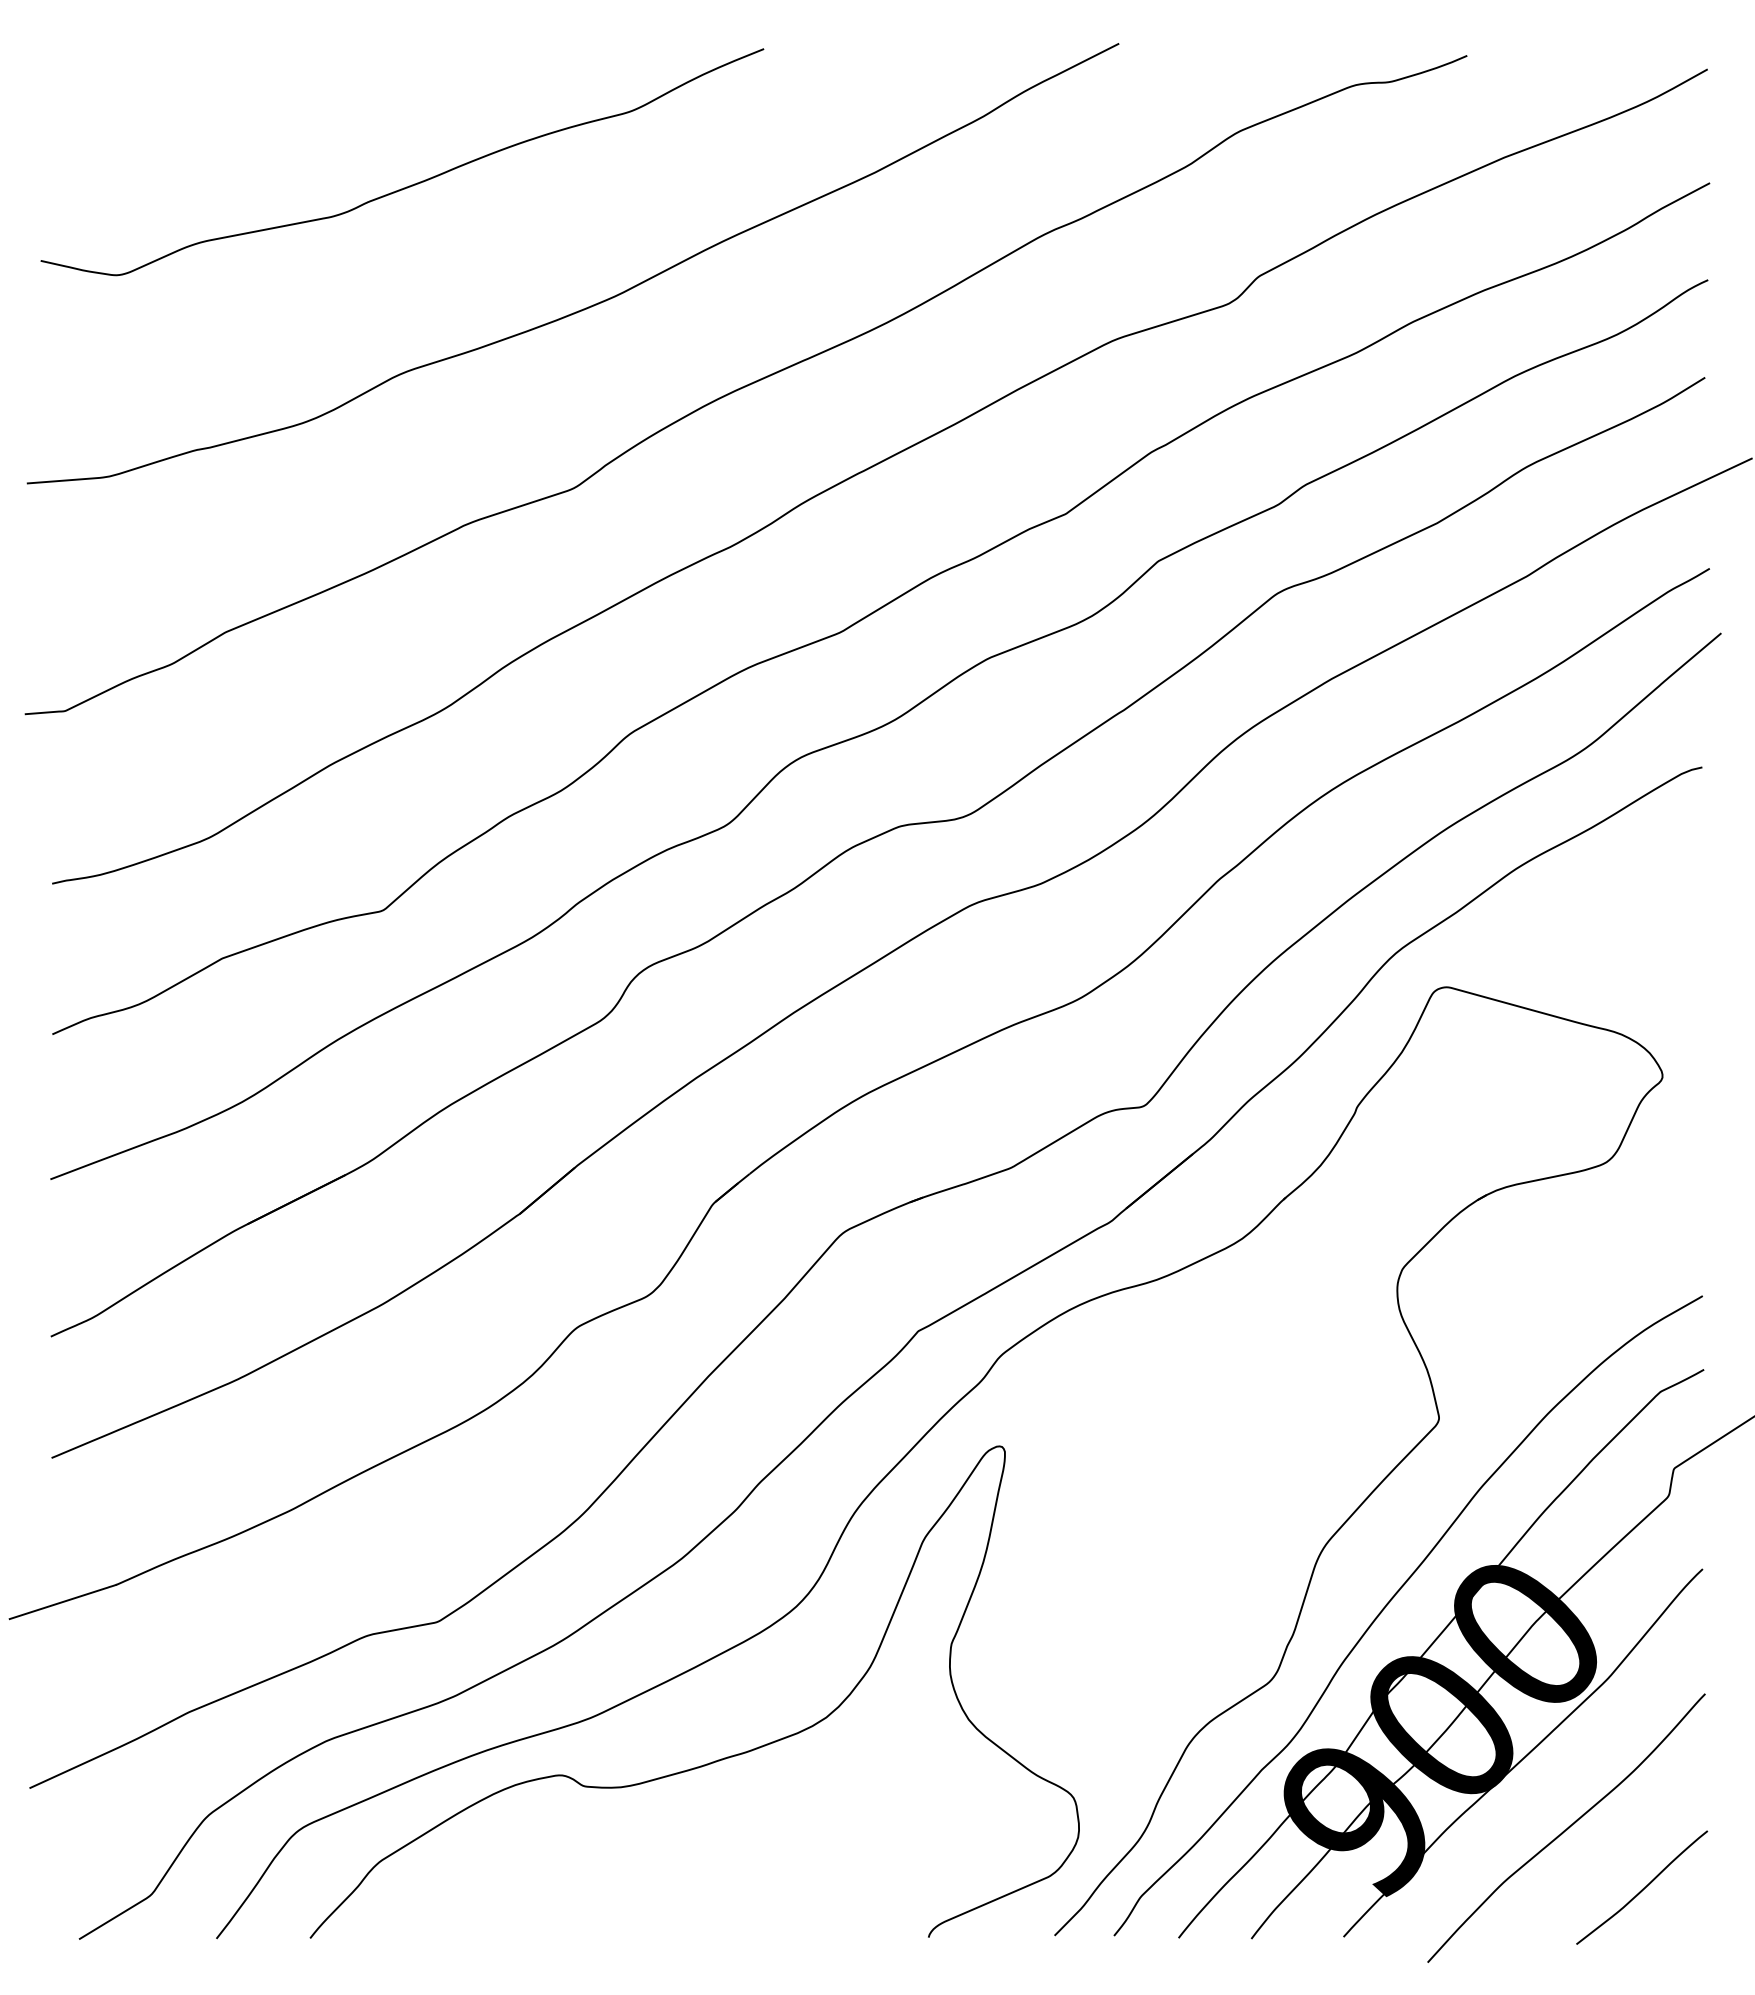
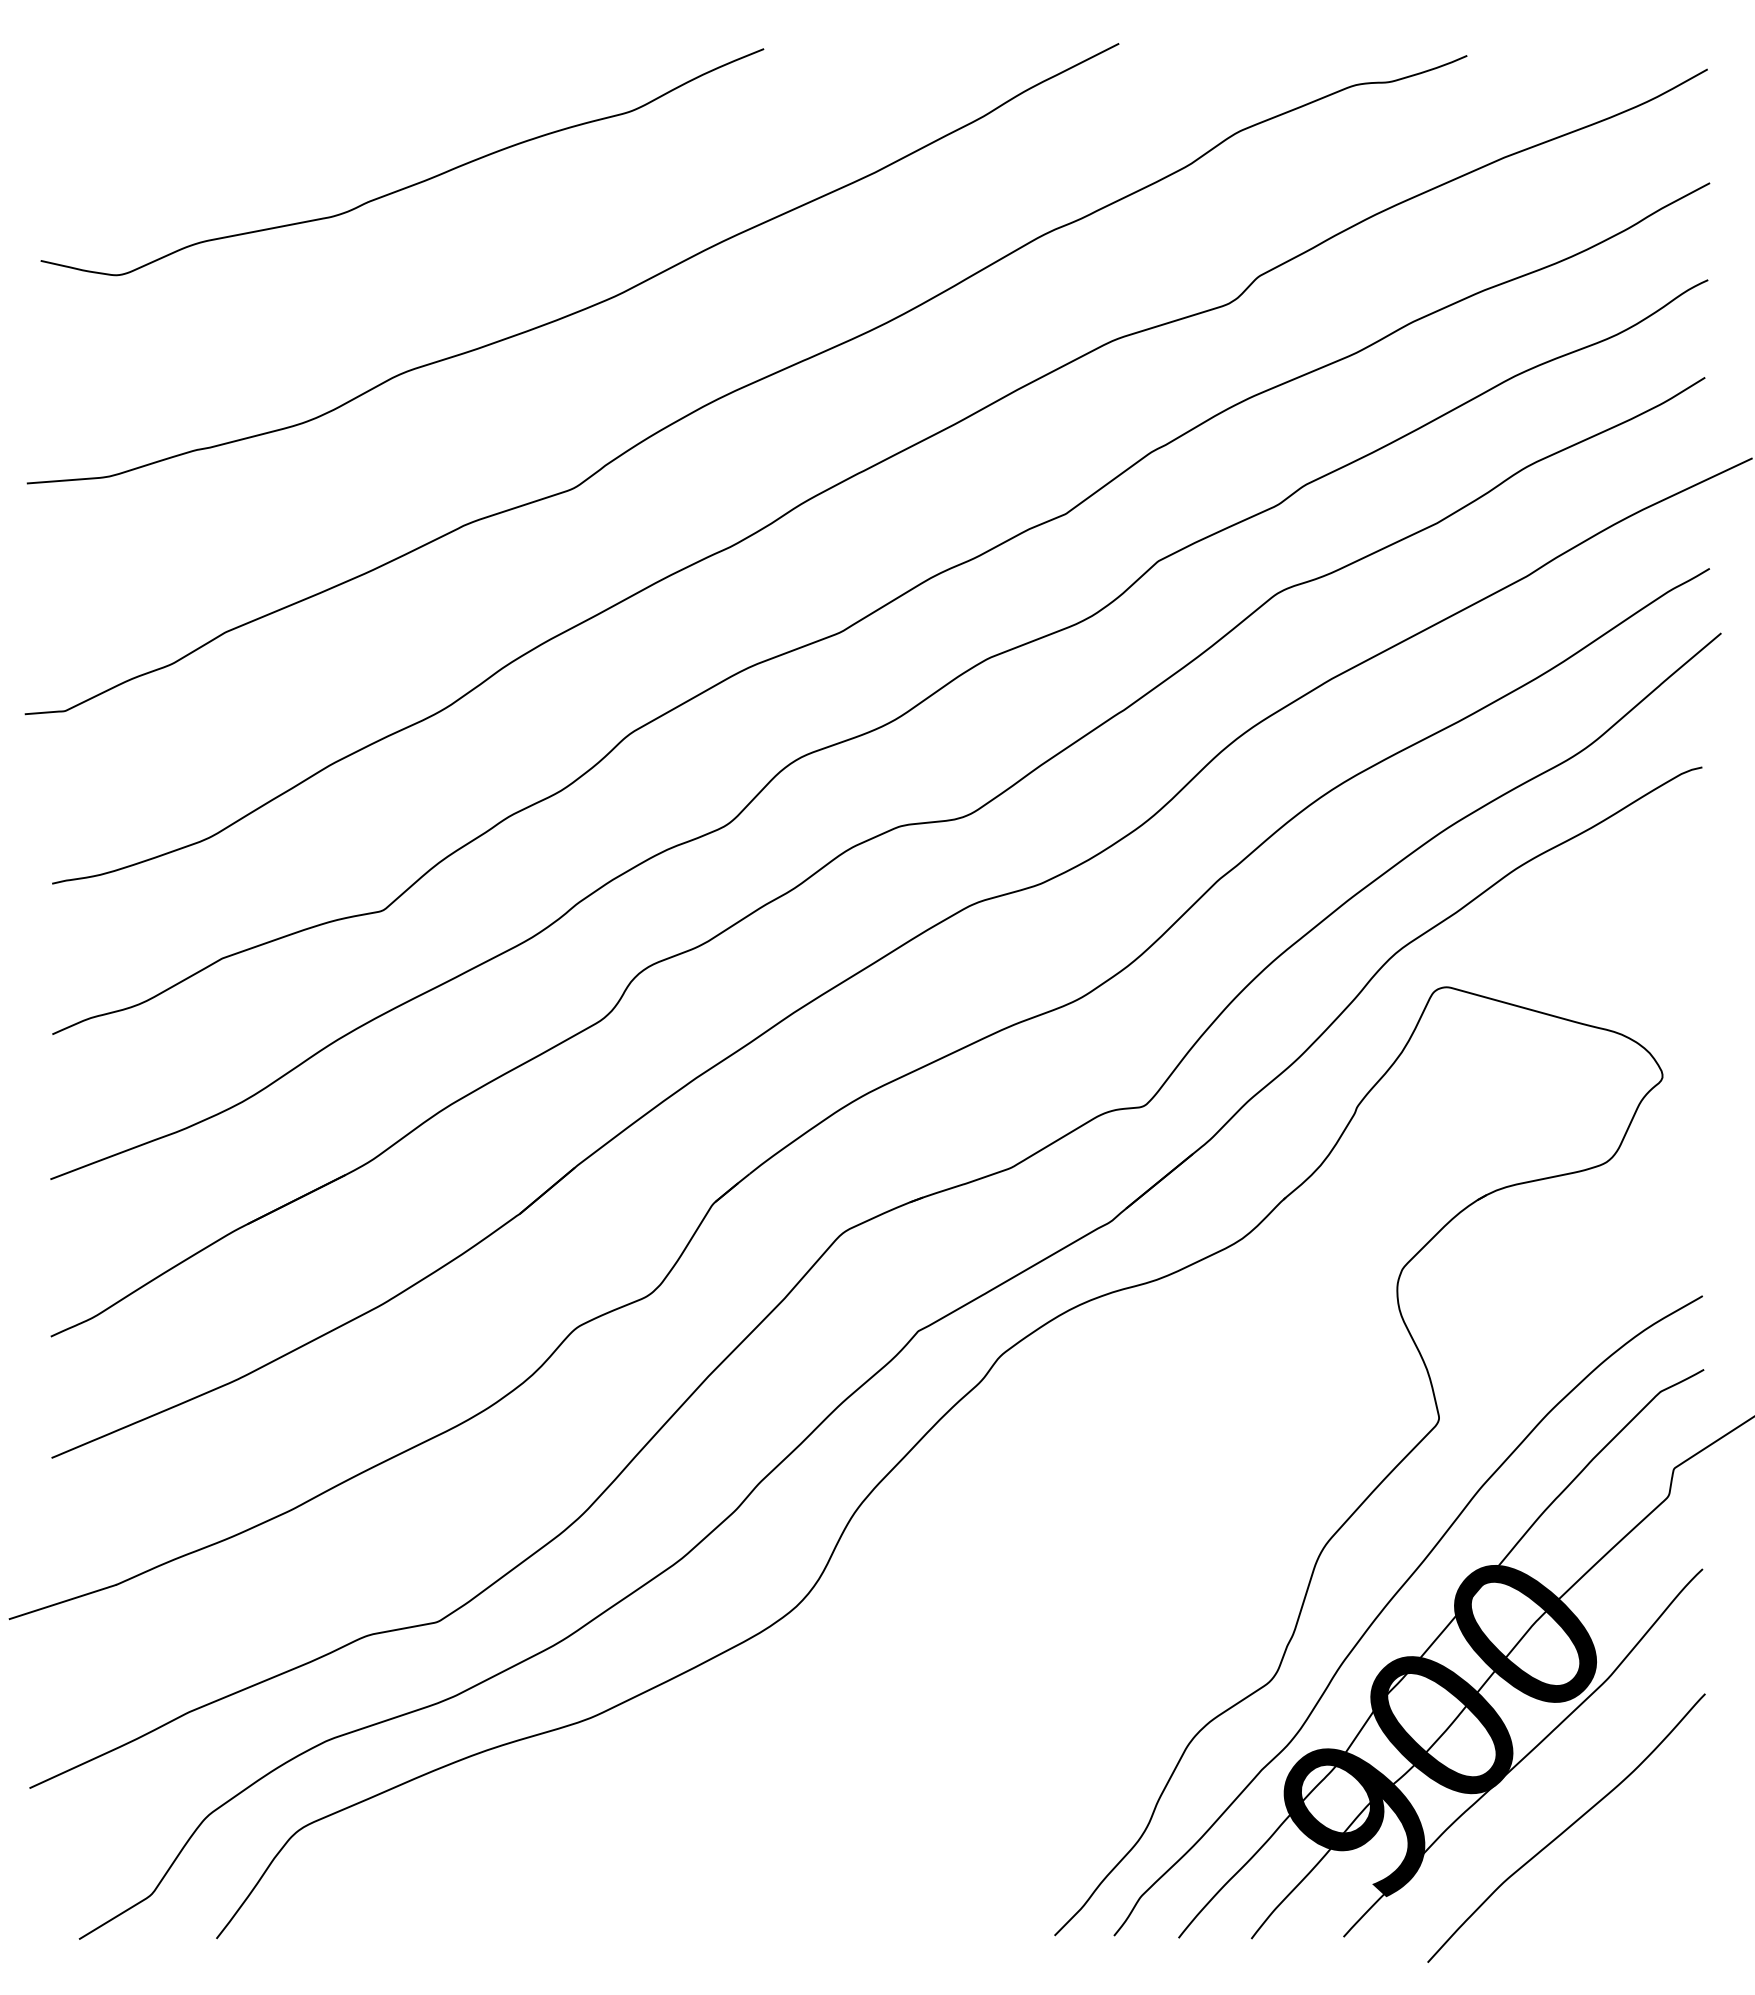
curve at (718, 1759): present -> none
curve at (1643, 1887): present -> none
